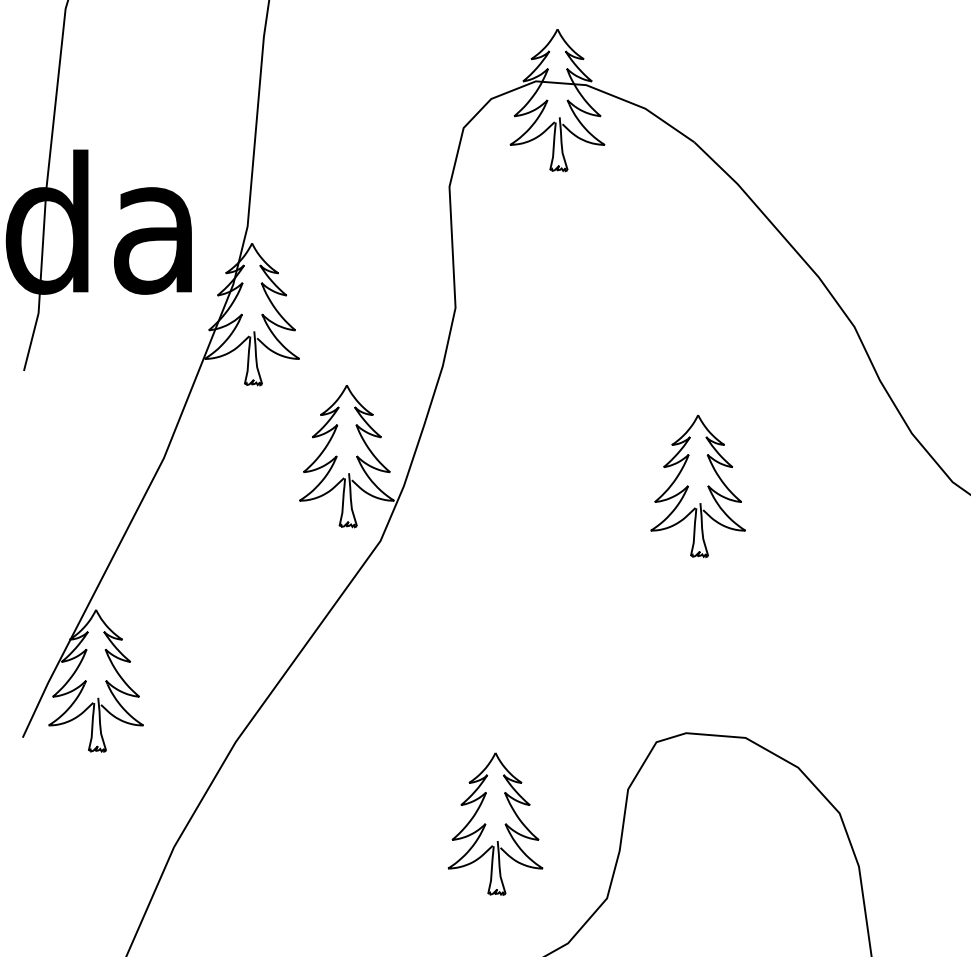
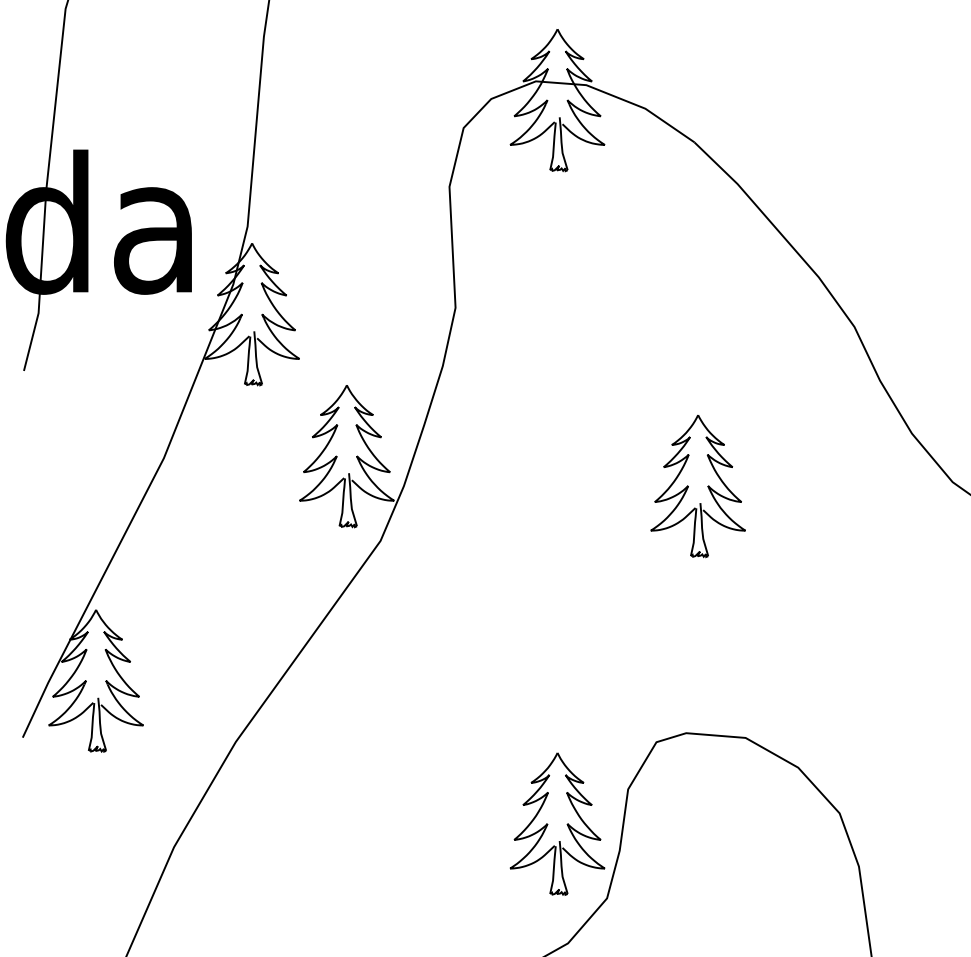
part at (495, 823) position: (495, 823) -> (557, 823)
